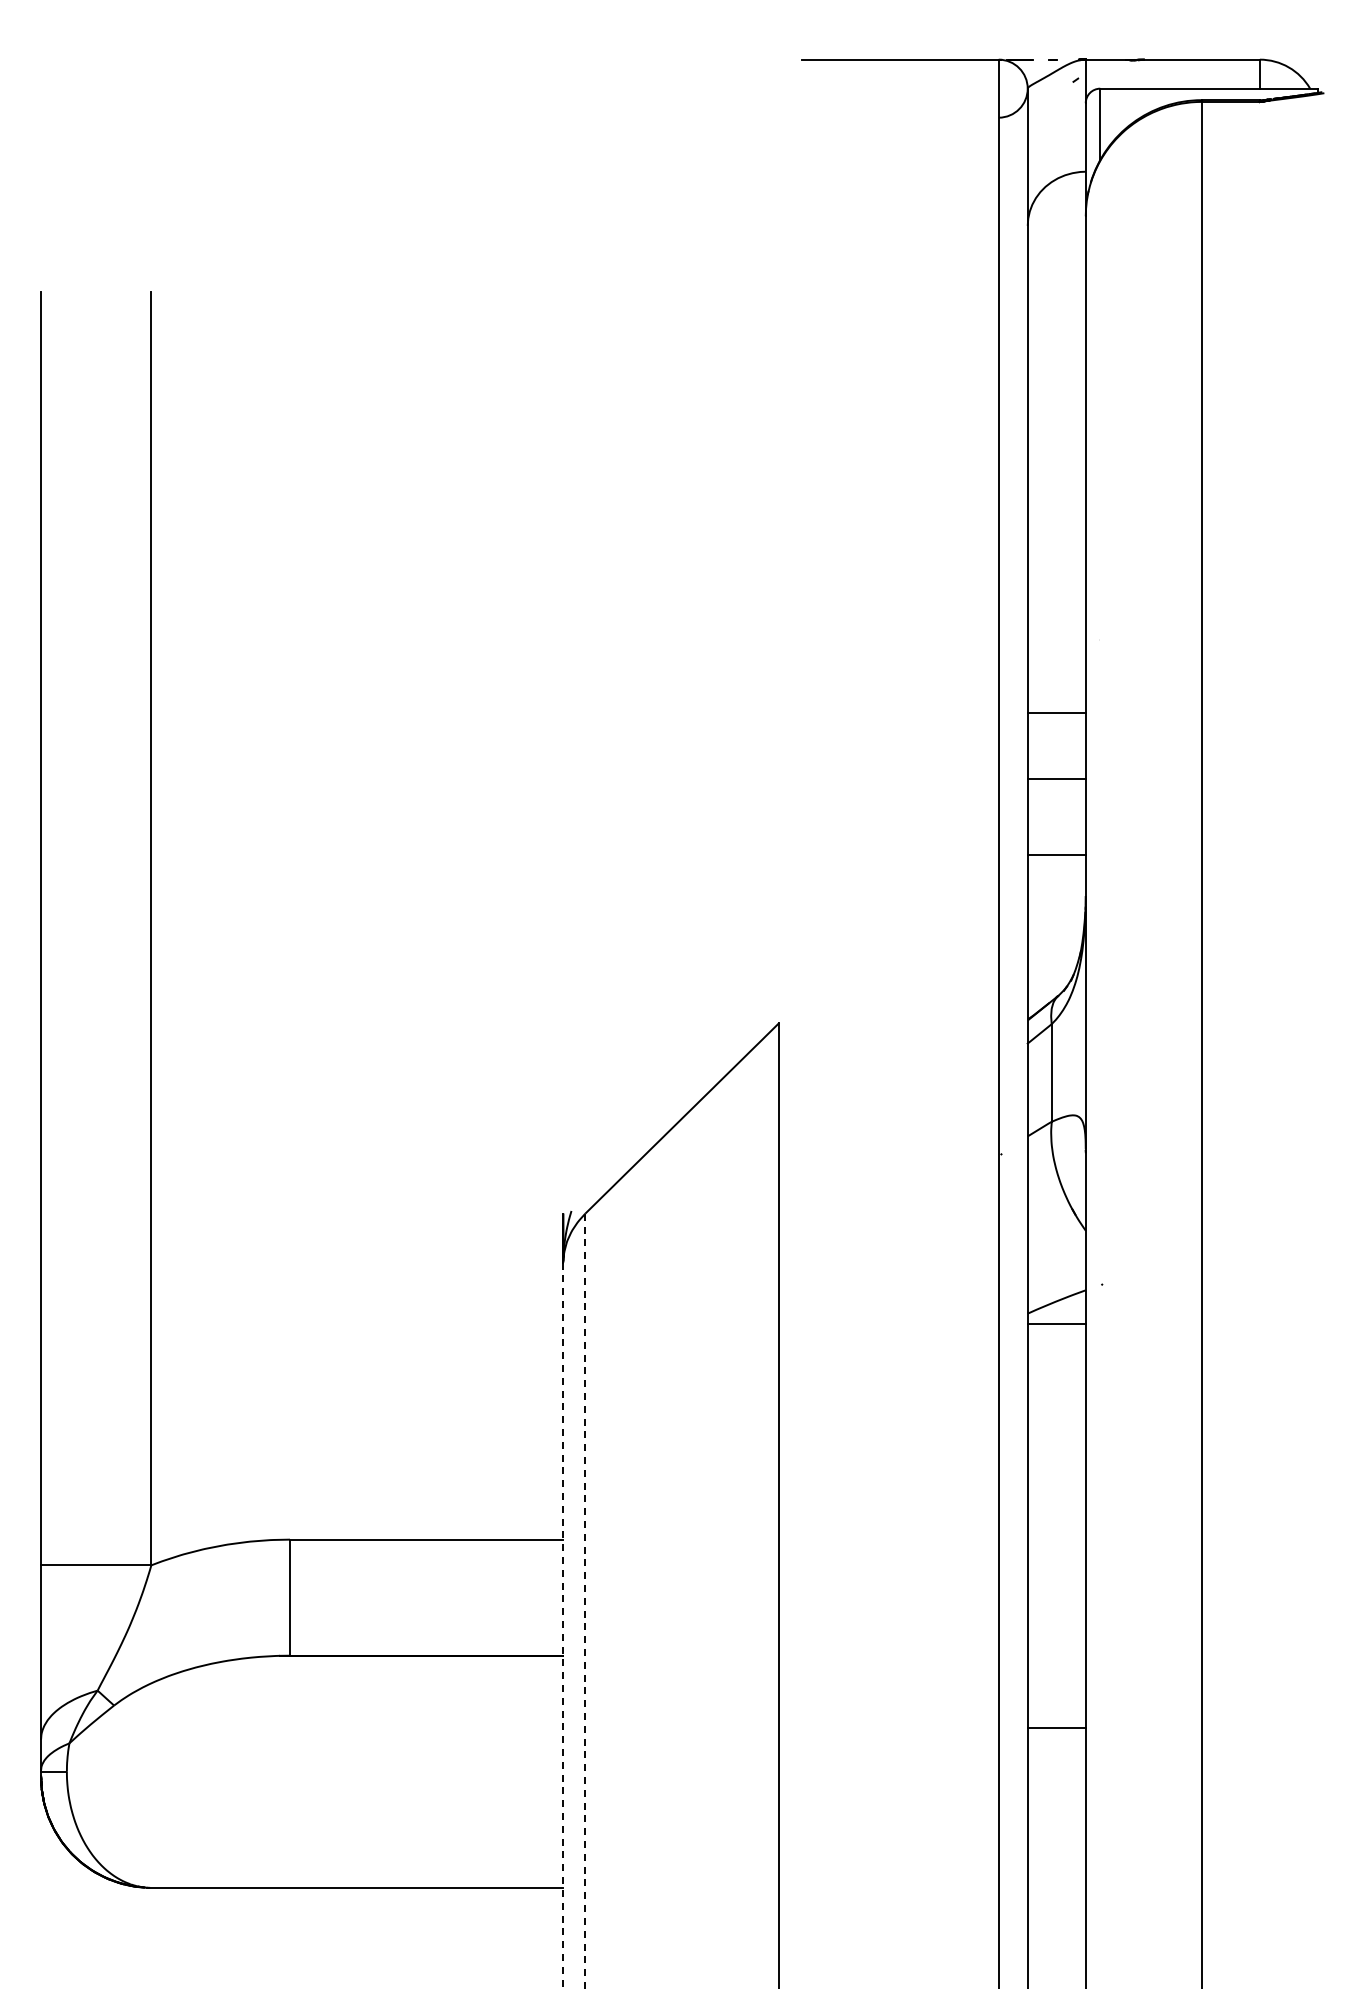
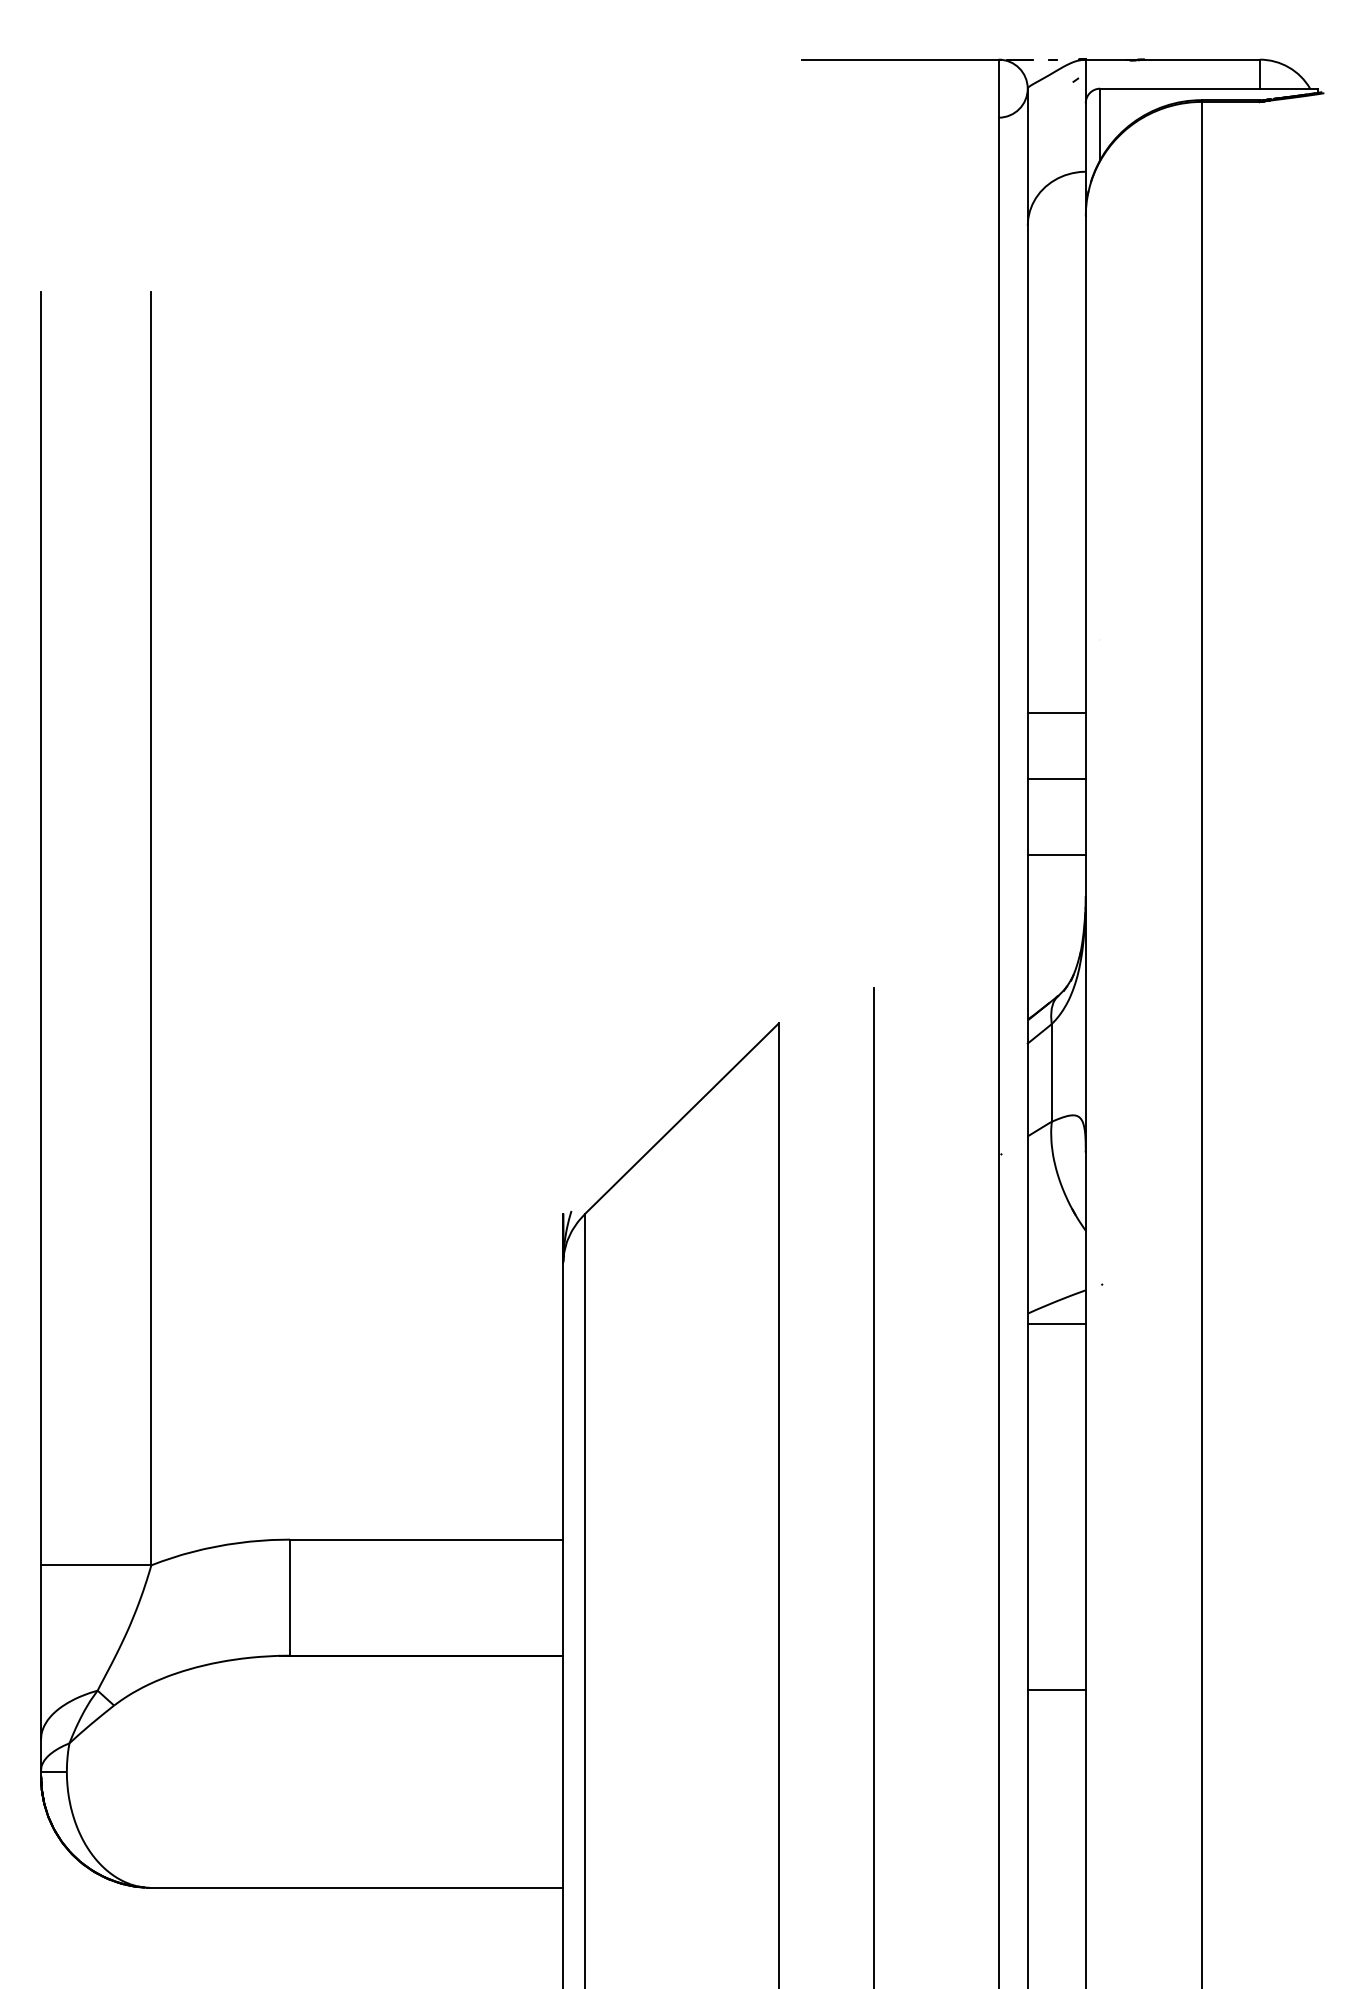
line at (873, 1486): none -> present
line at (585, 1601): dashed -> solid
line at (563, 1625): dashed -> solid
line at (1056, 1727) position: (1056, 1727) -> (1056, 1689)
